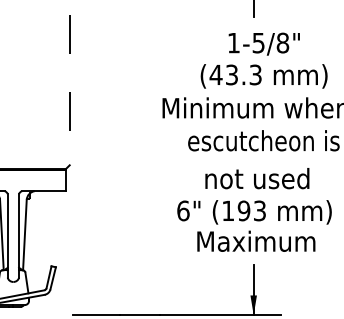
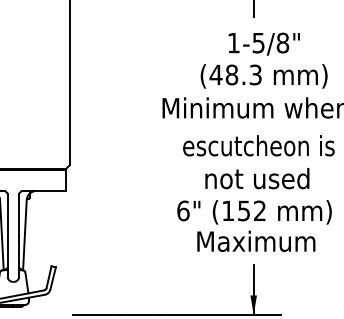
text at (231, 74): (43.3 -> (48.3
line at (69, 83): dashed -> solid
text at (263, 140) position: (263, 140) -> (258, 145)
text at (251, 210): (193 -> (152
